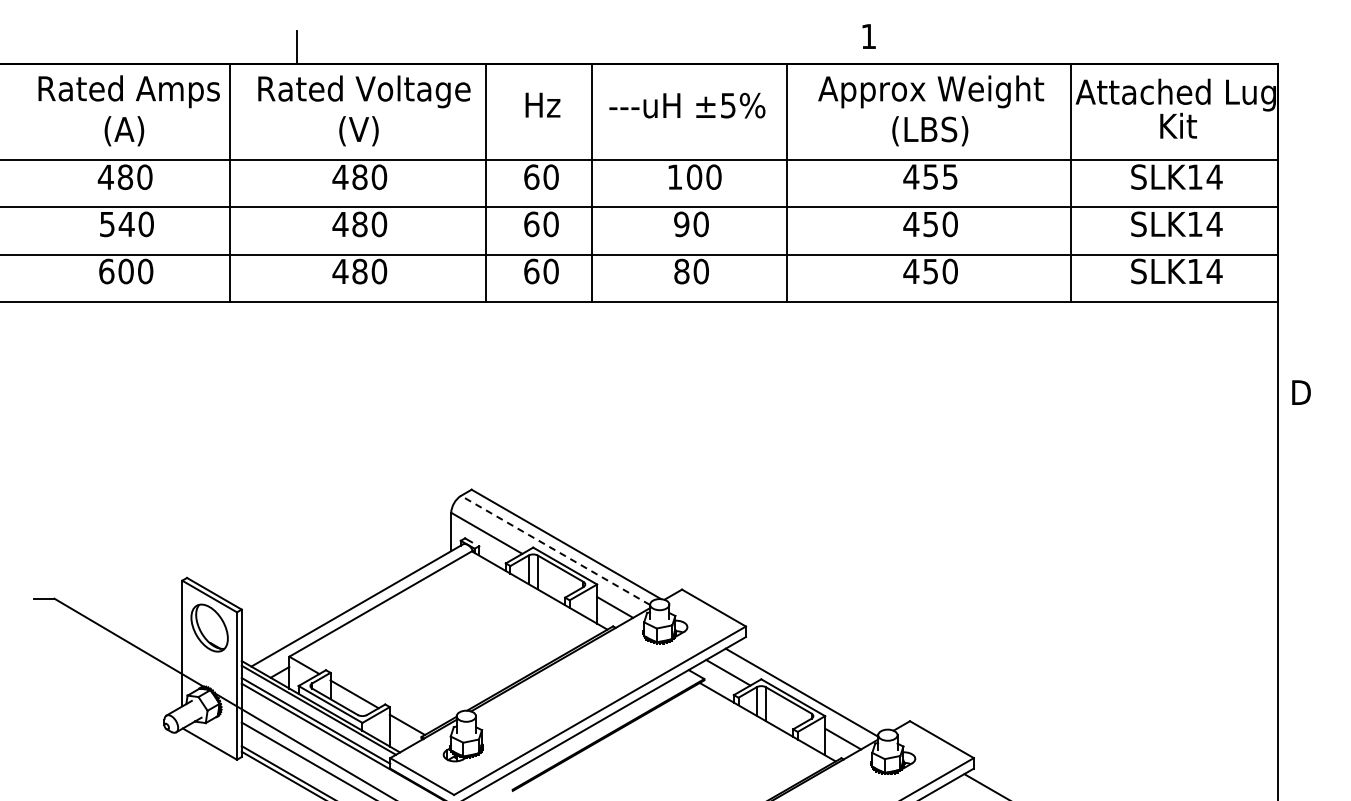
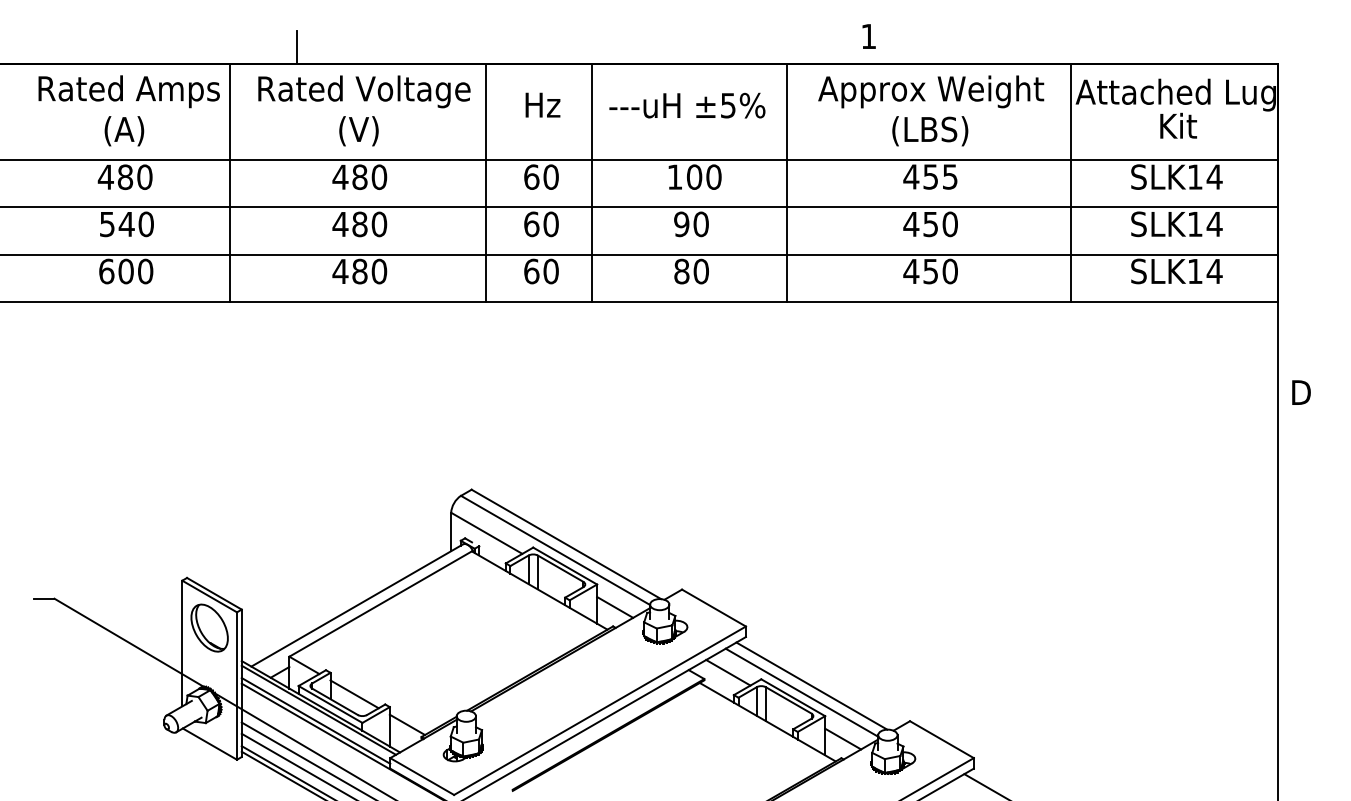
line at (555, 550): dashed -> solid
line at (811, 685): none -> present
line at (296, 765): none -> present
